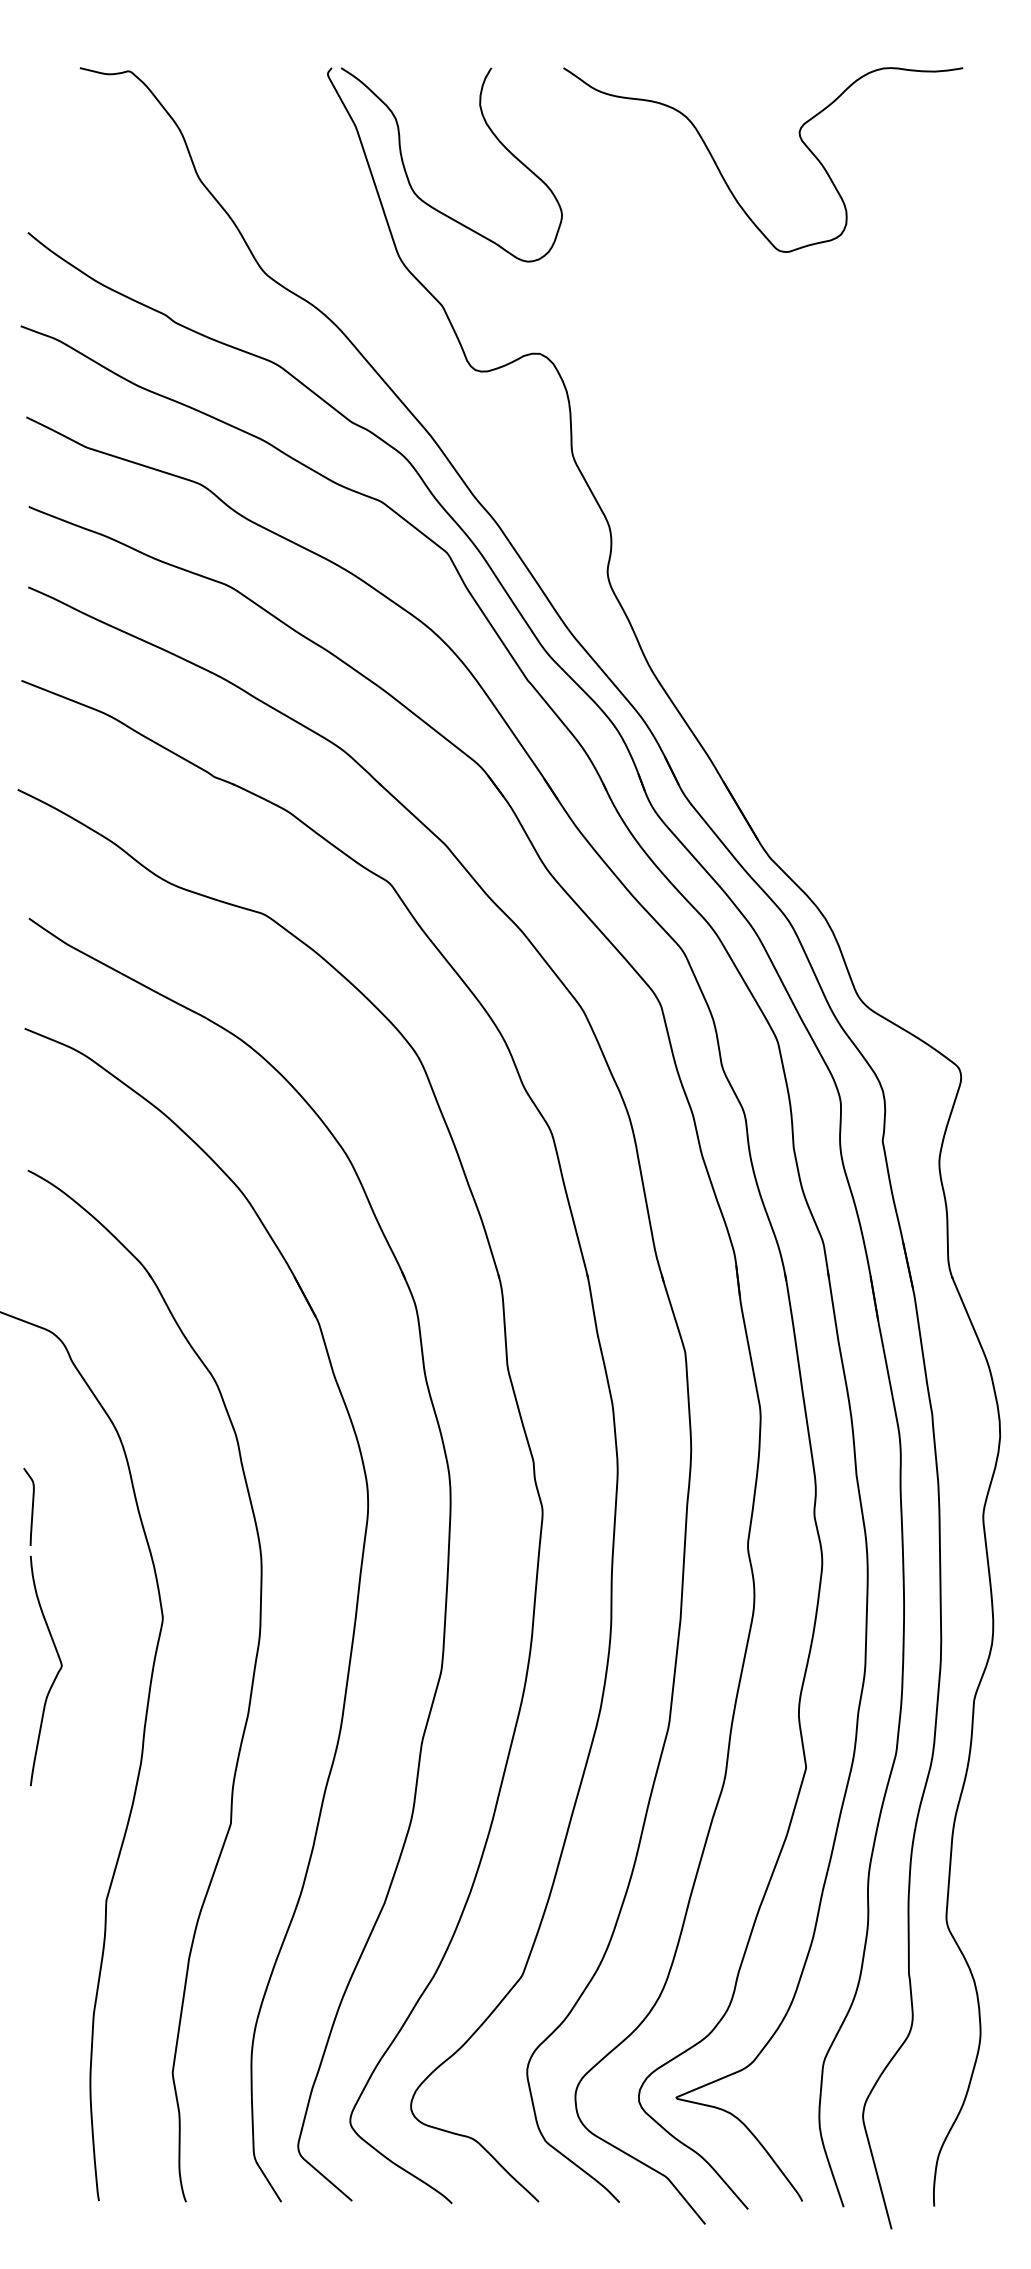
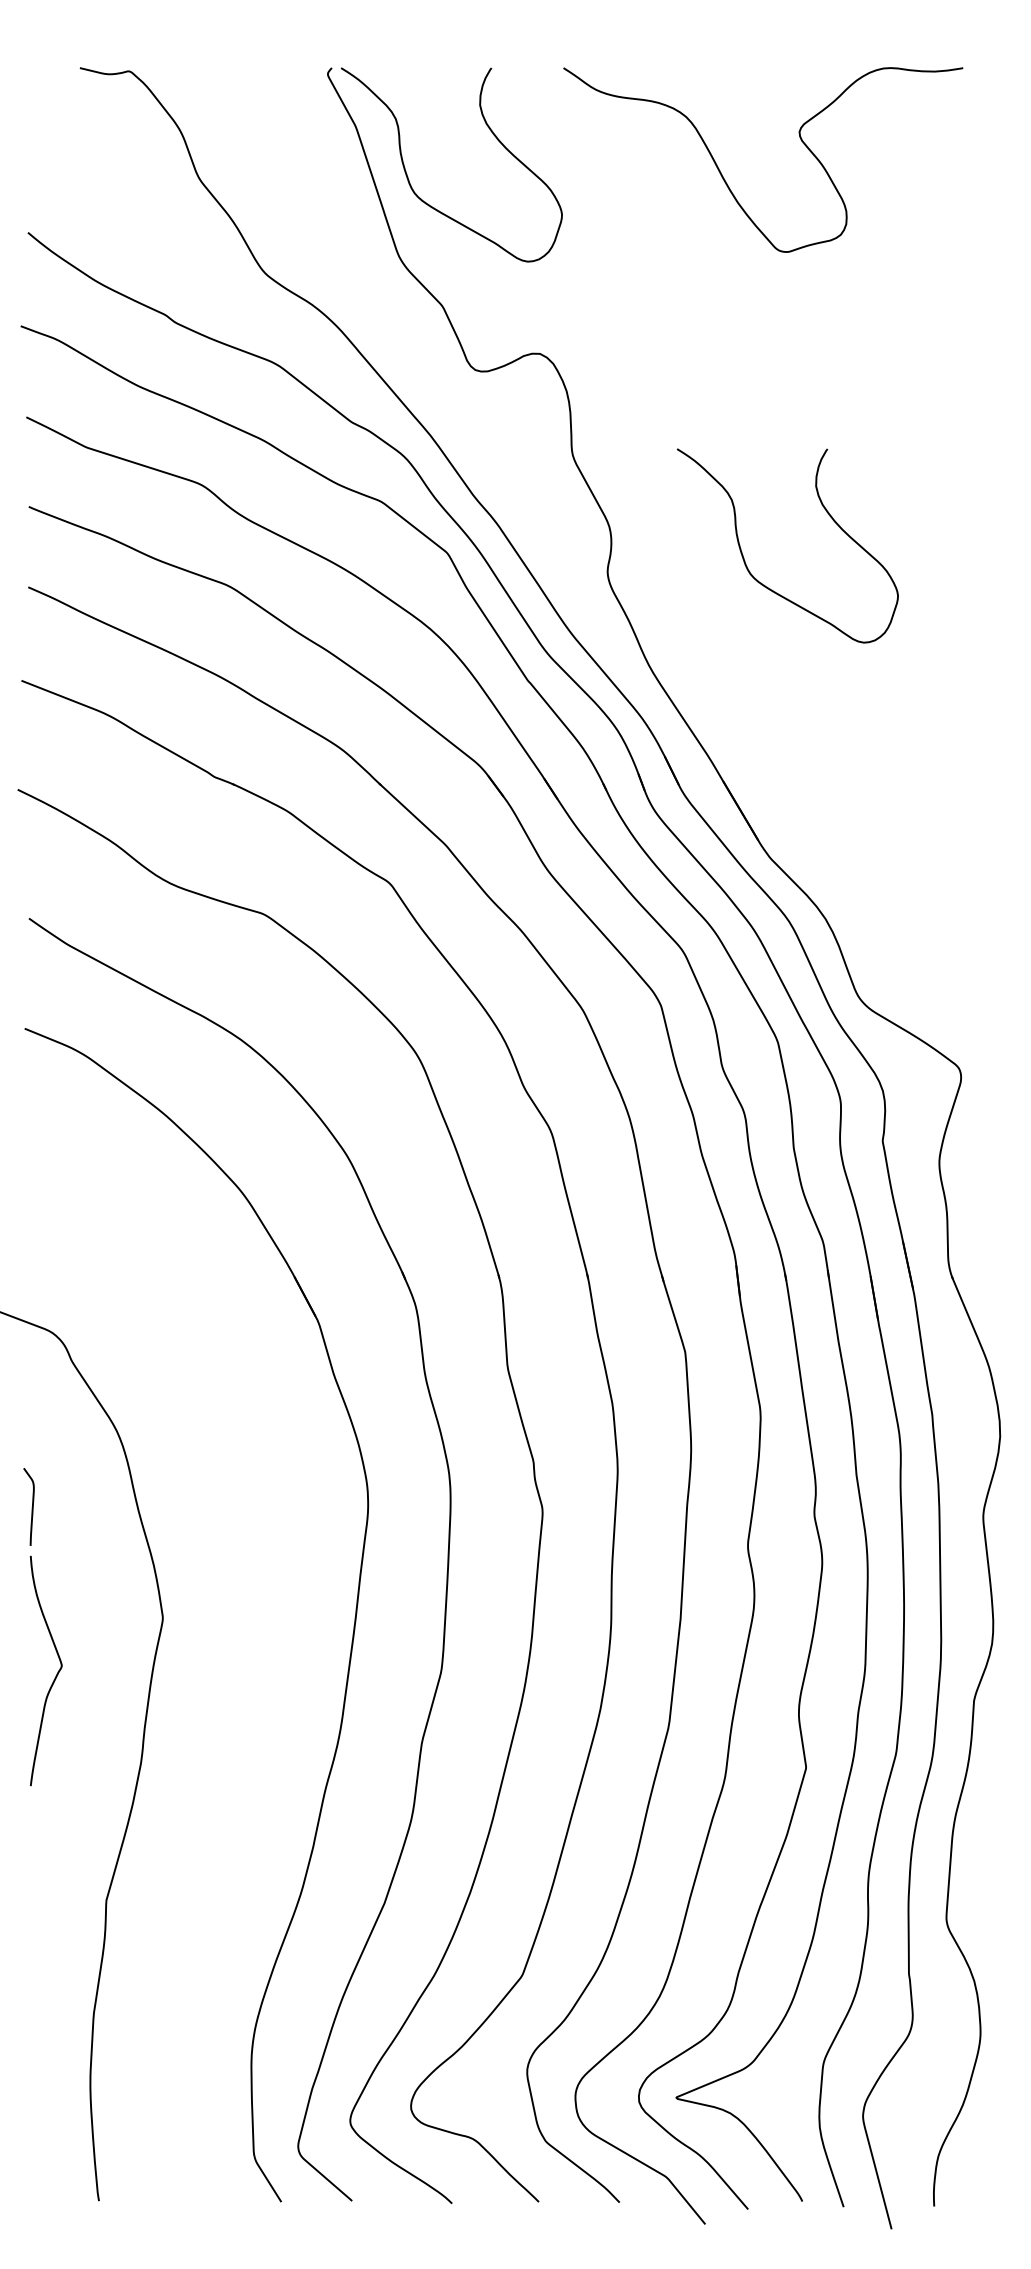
curve at (745, 560): none -> present
part at (248, 1703): present -> none
